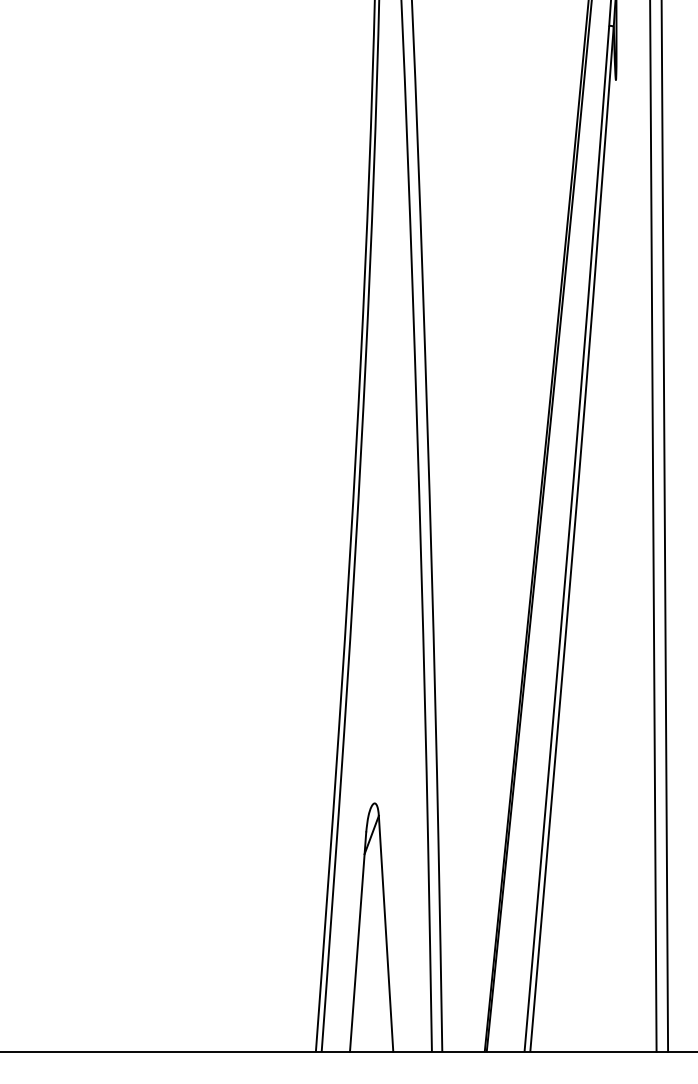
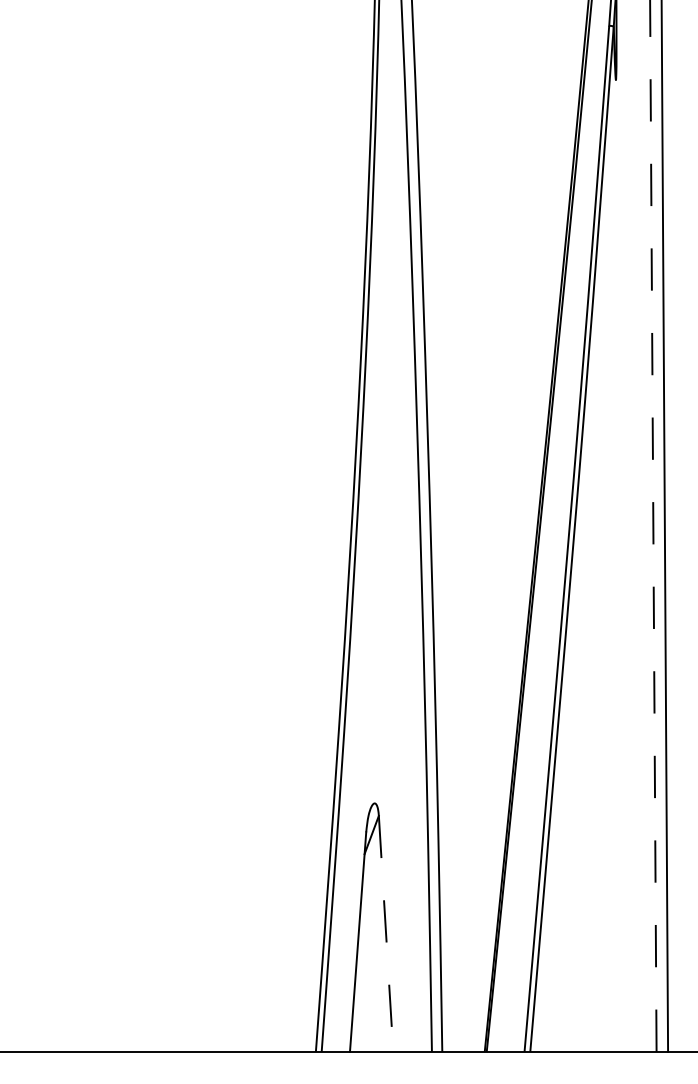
line at (653, 525): solid -> dashed
line at (386, 934): solid -> dashed
